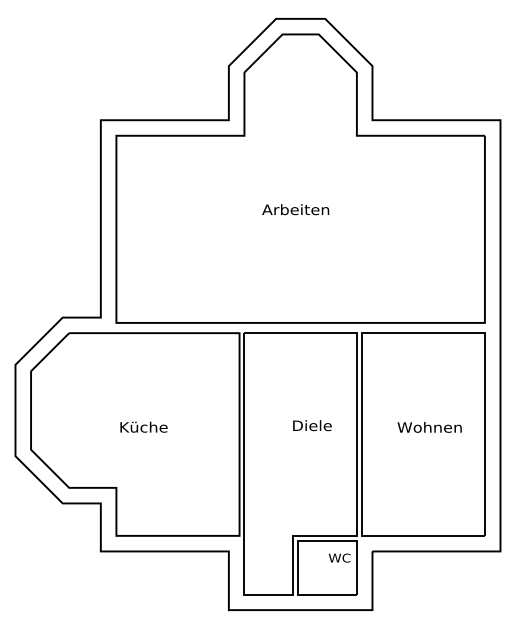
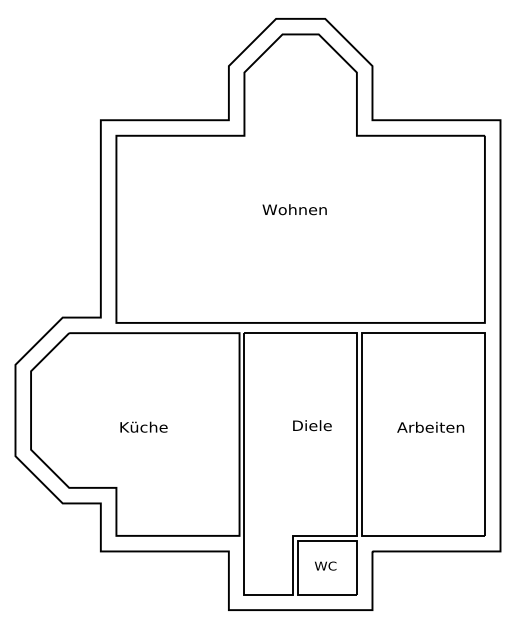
text at (295, 209): Arbeiten -> Wohnen
text at (430, 426): Wohnen -> Arbeiten
text at (339, 557) position: (339, 557) -> (325, 565)
